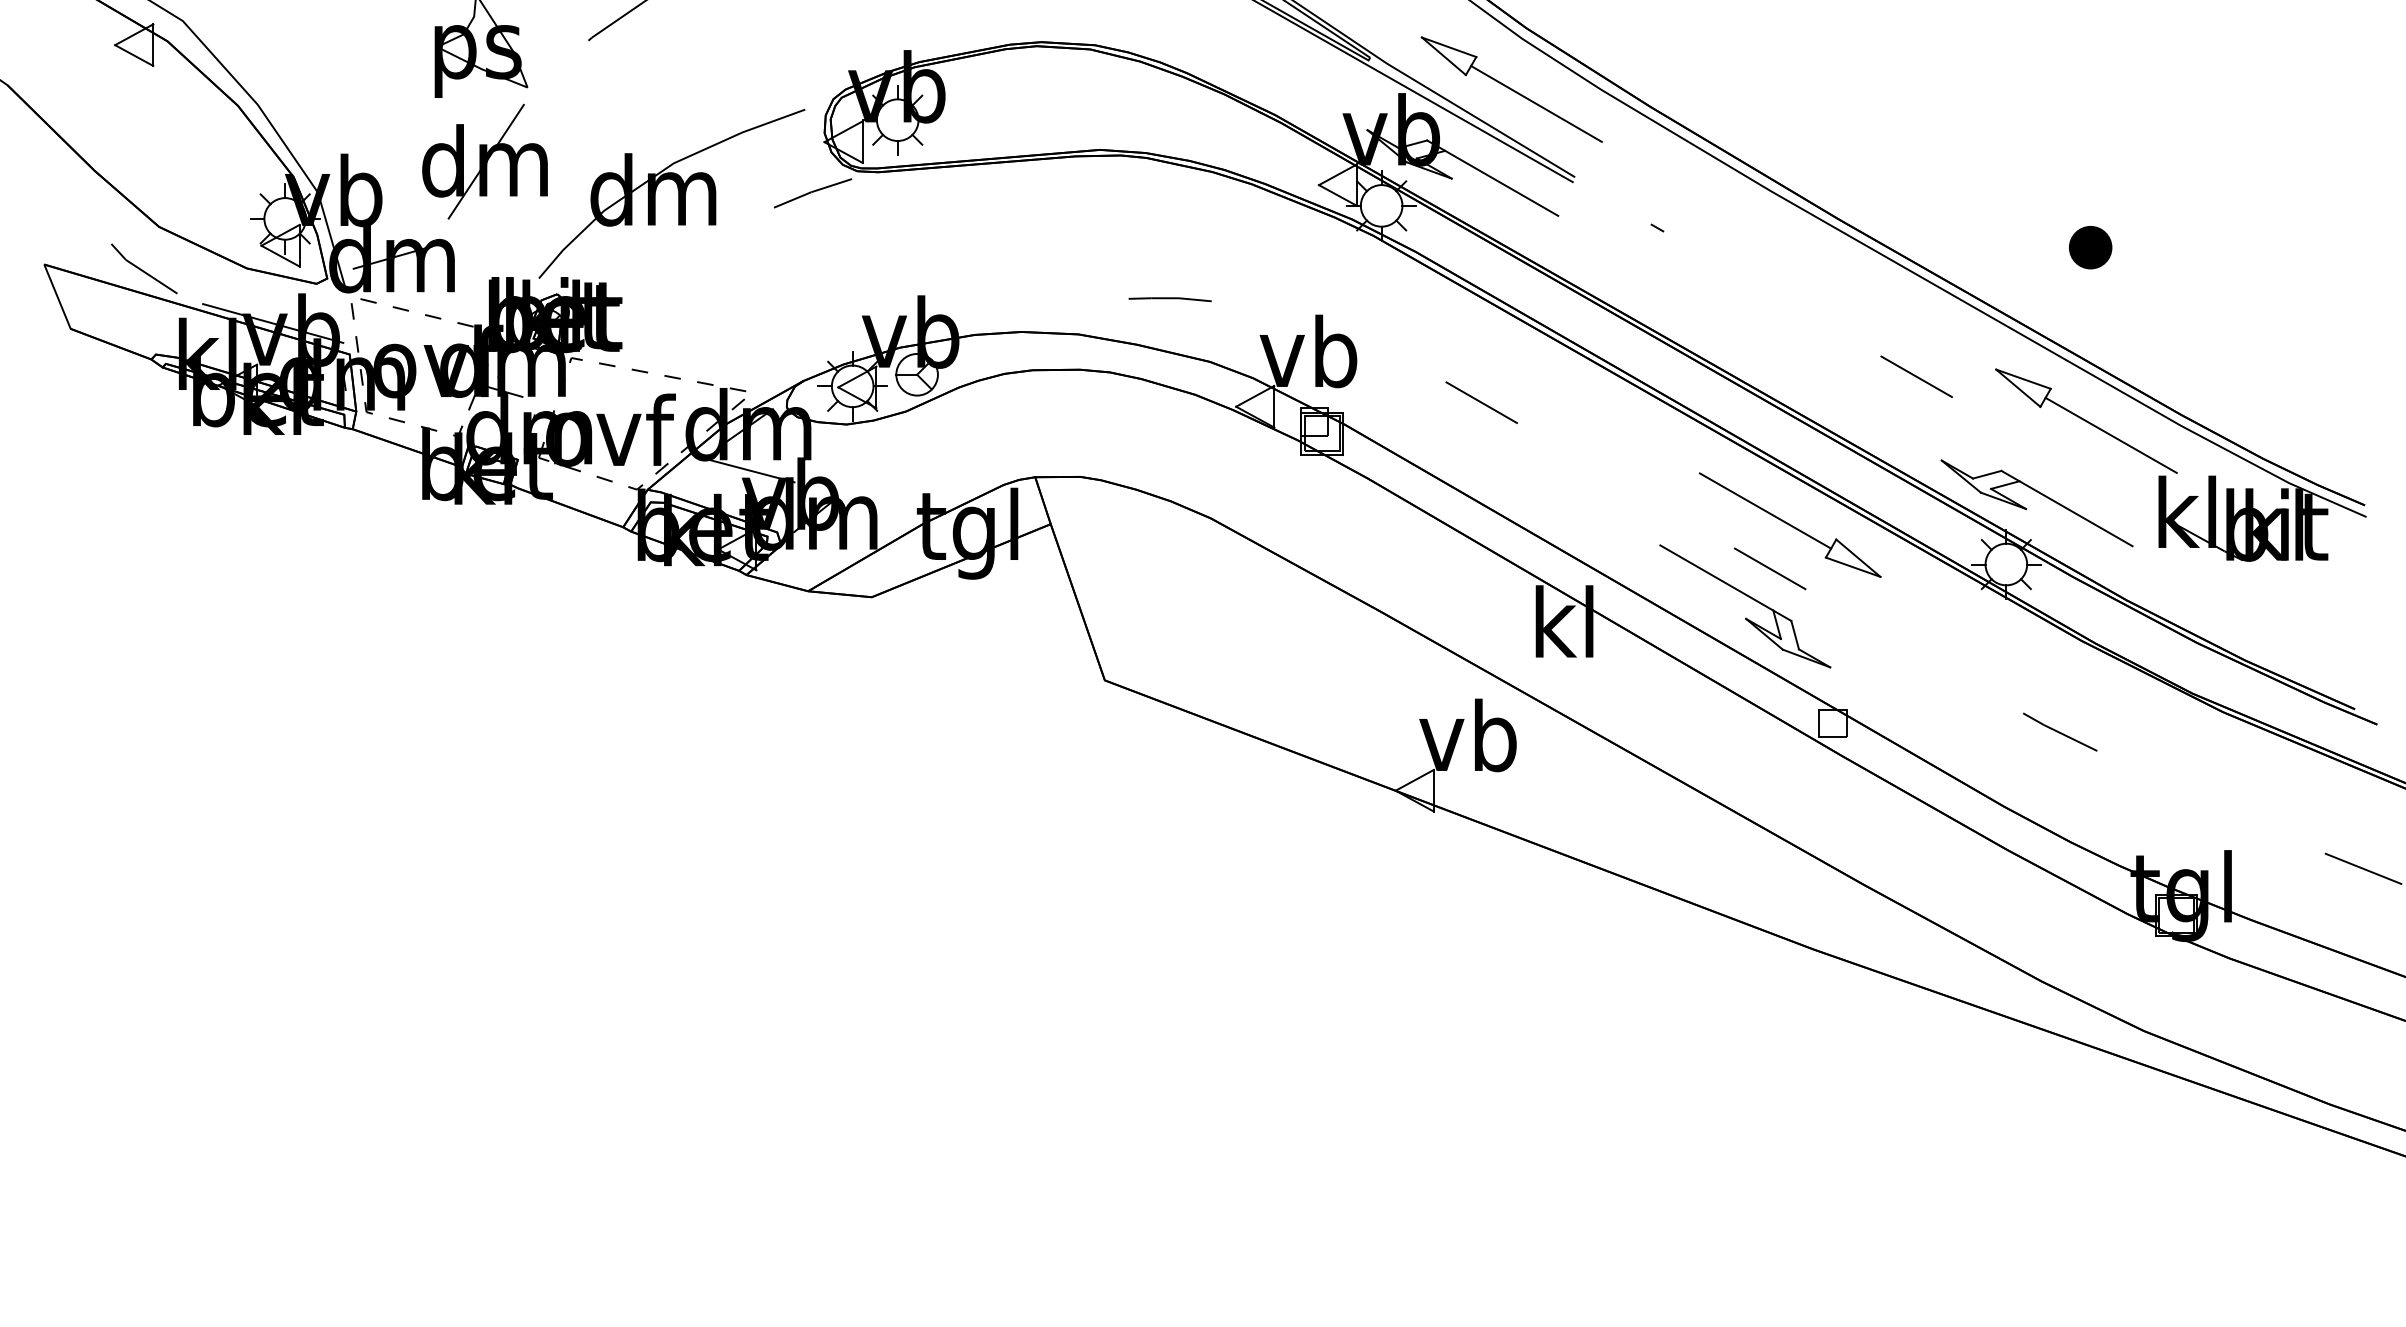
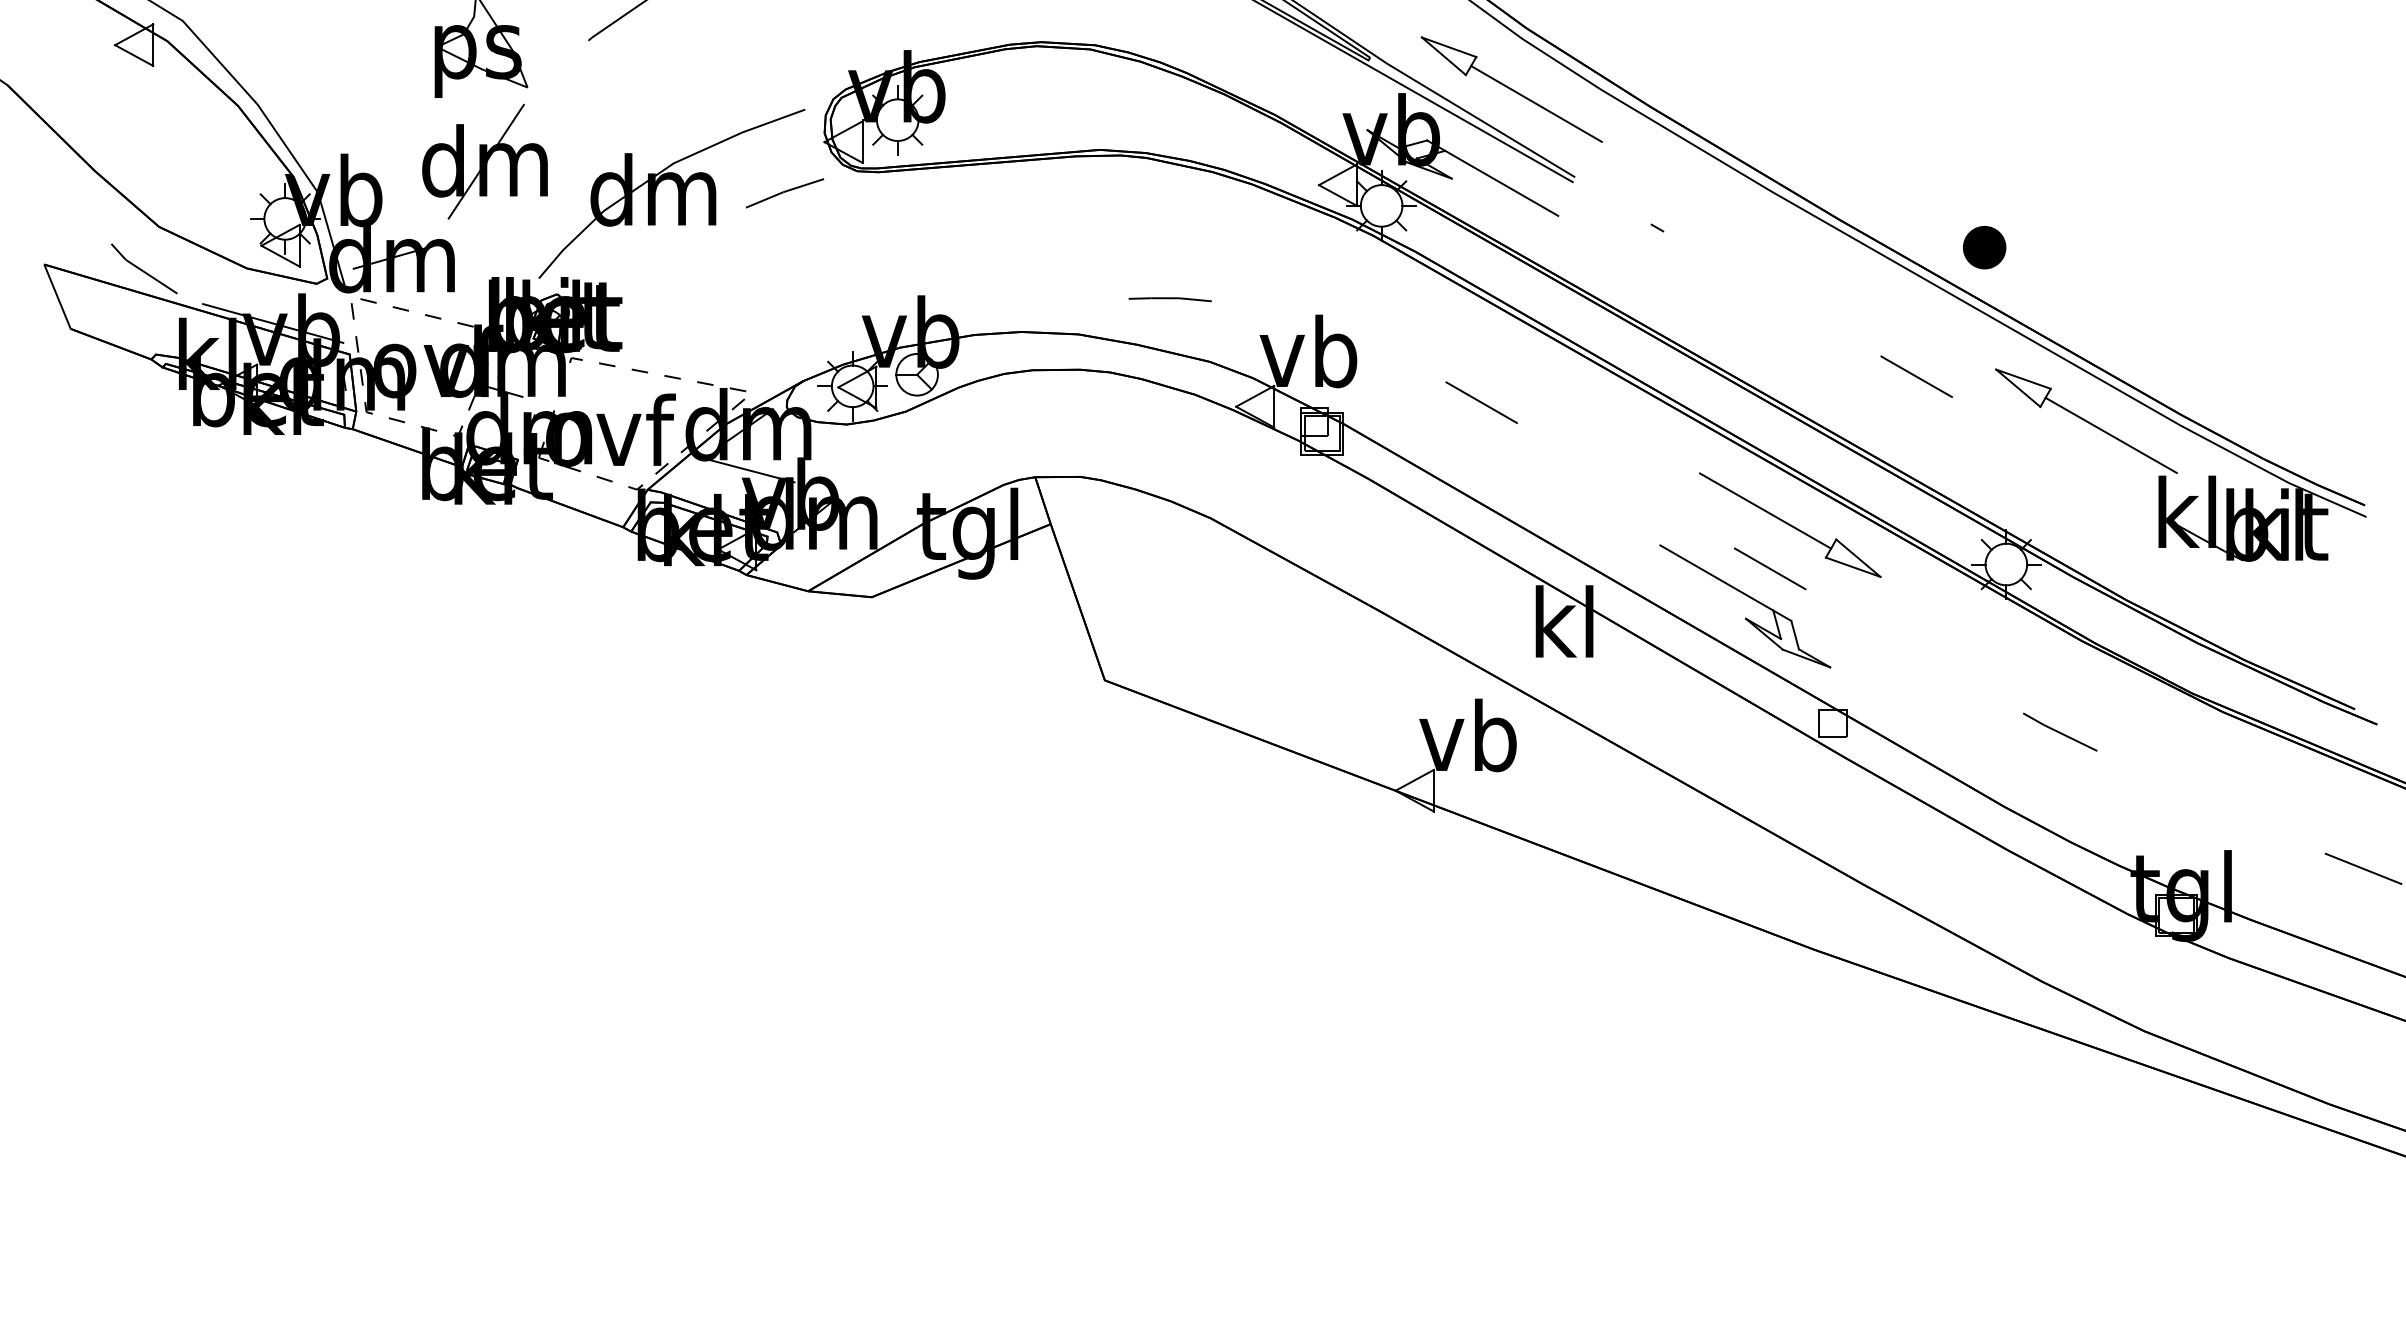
curve at (813, 192) position: (813, 192) -> (785, 192)
part at (2090, 247) position: (2090, 247) -> (1984, 247)
part at (2040, 494): present -> none
